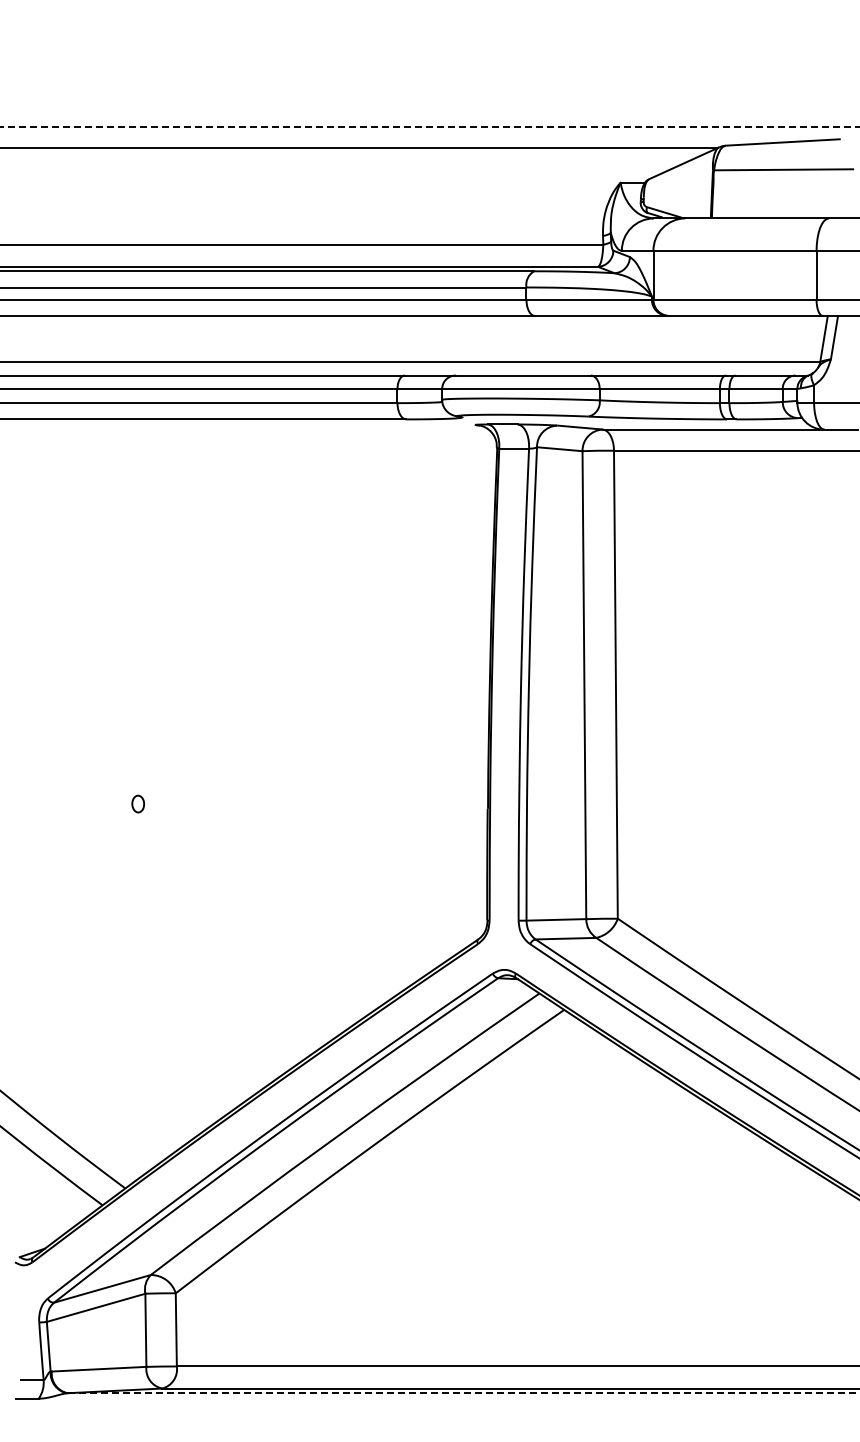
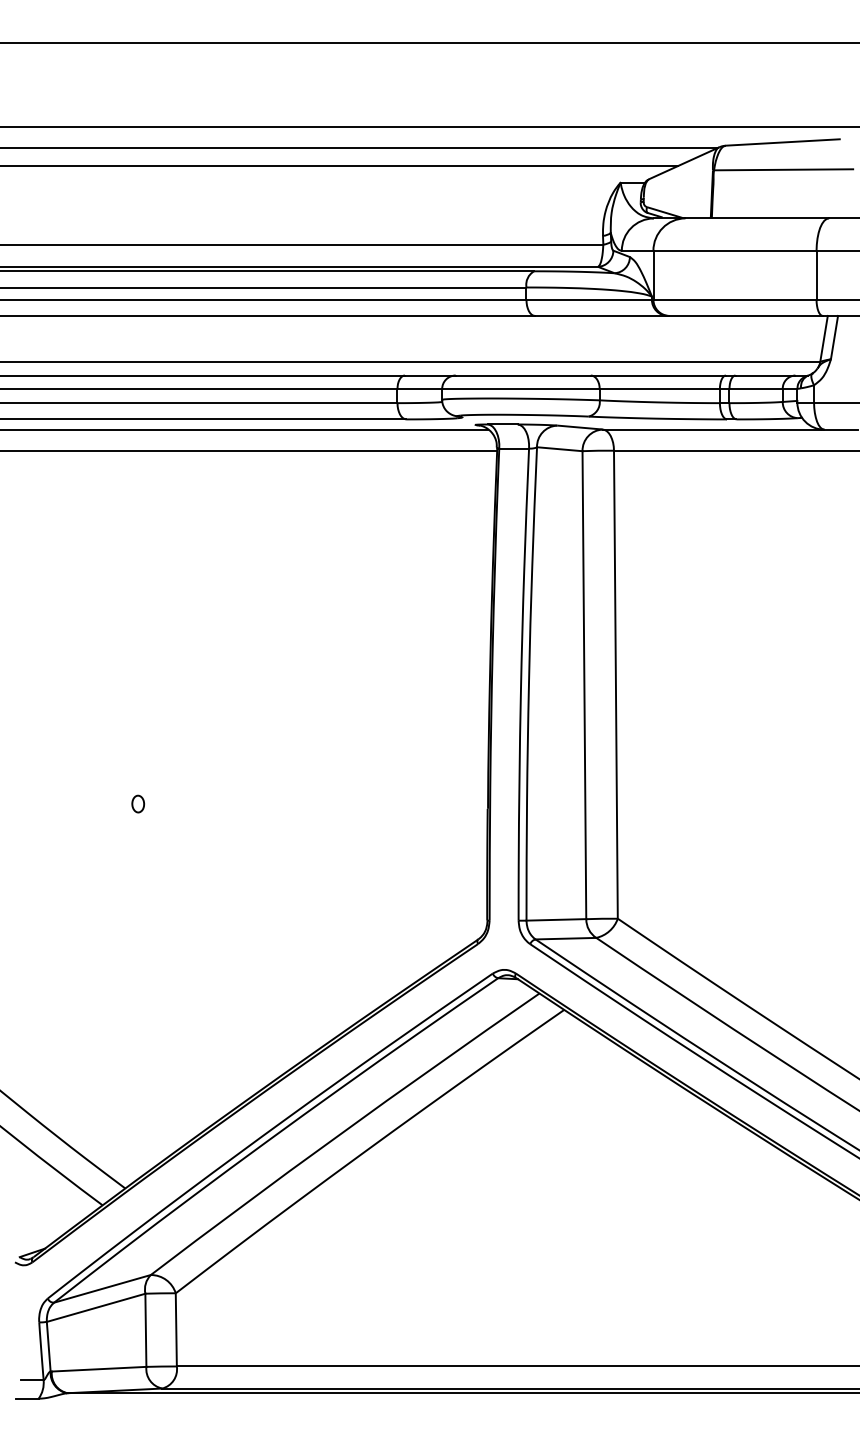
line at (429, 43): none -> present
line at (430, 127): dashed -> solid
line at (339, 165): none -> present
line at (245, 429): none -> present
line at (249, 450): none -> present
line at (463, 1393): dashed -> solid
